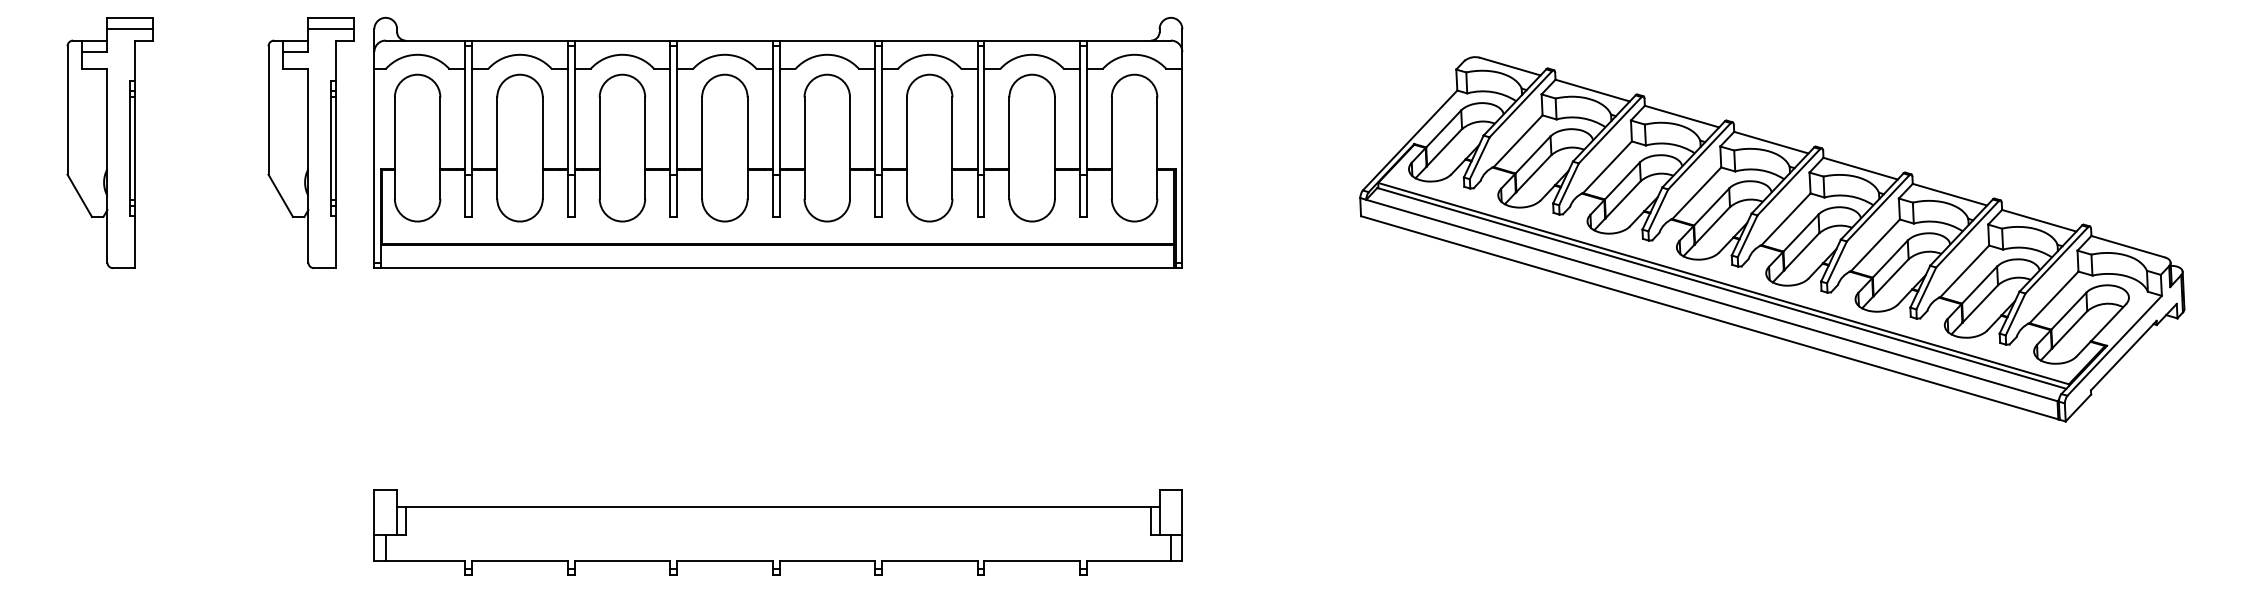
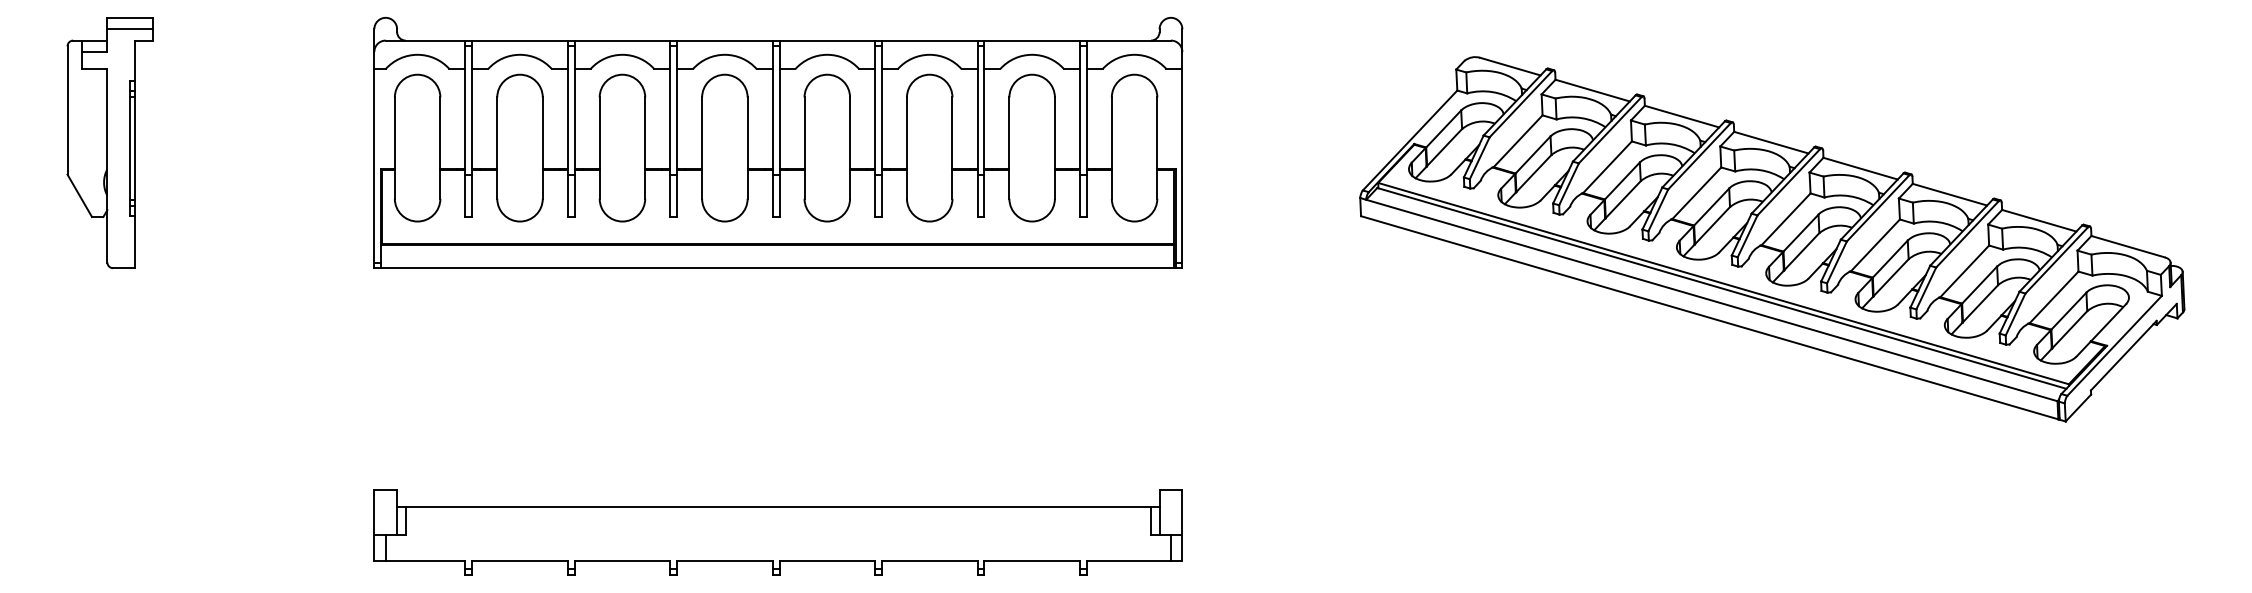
part at (310, 143): present -> none
